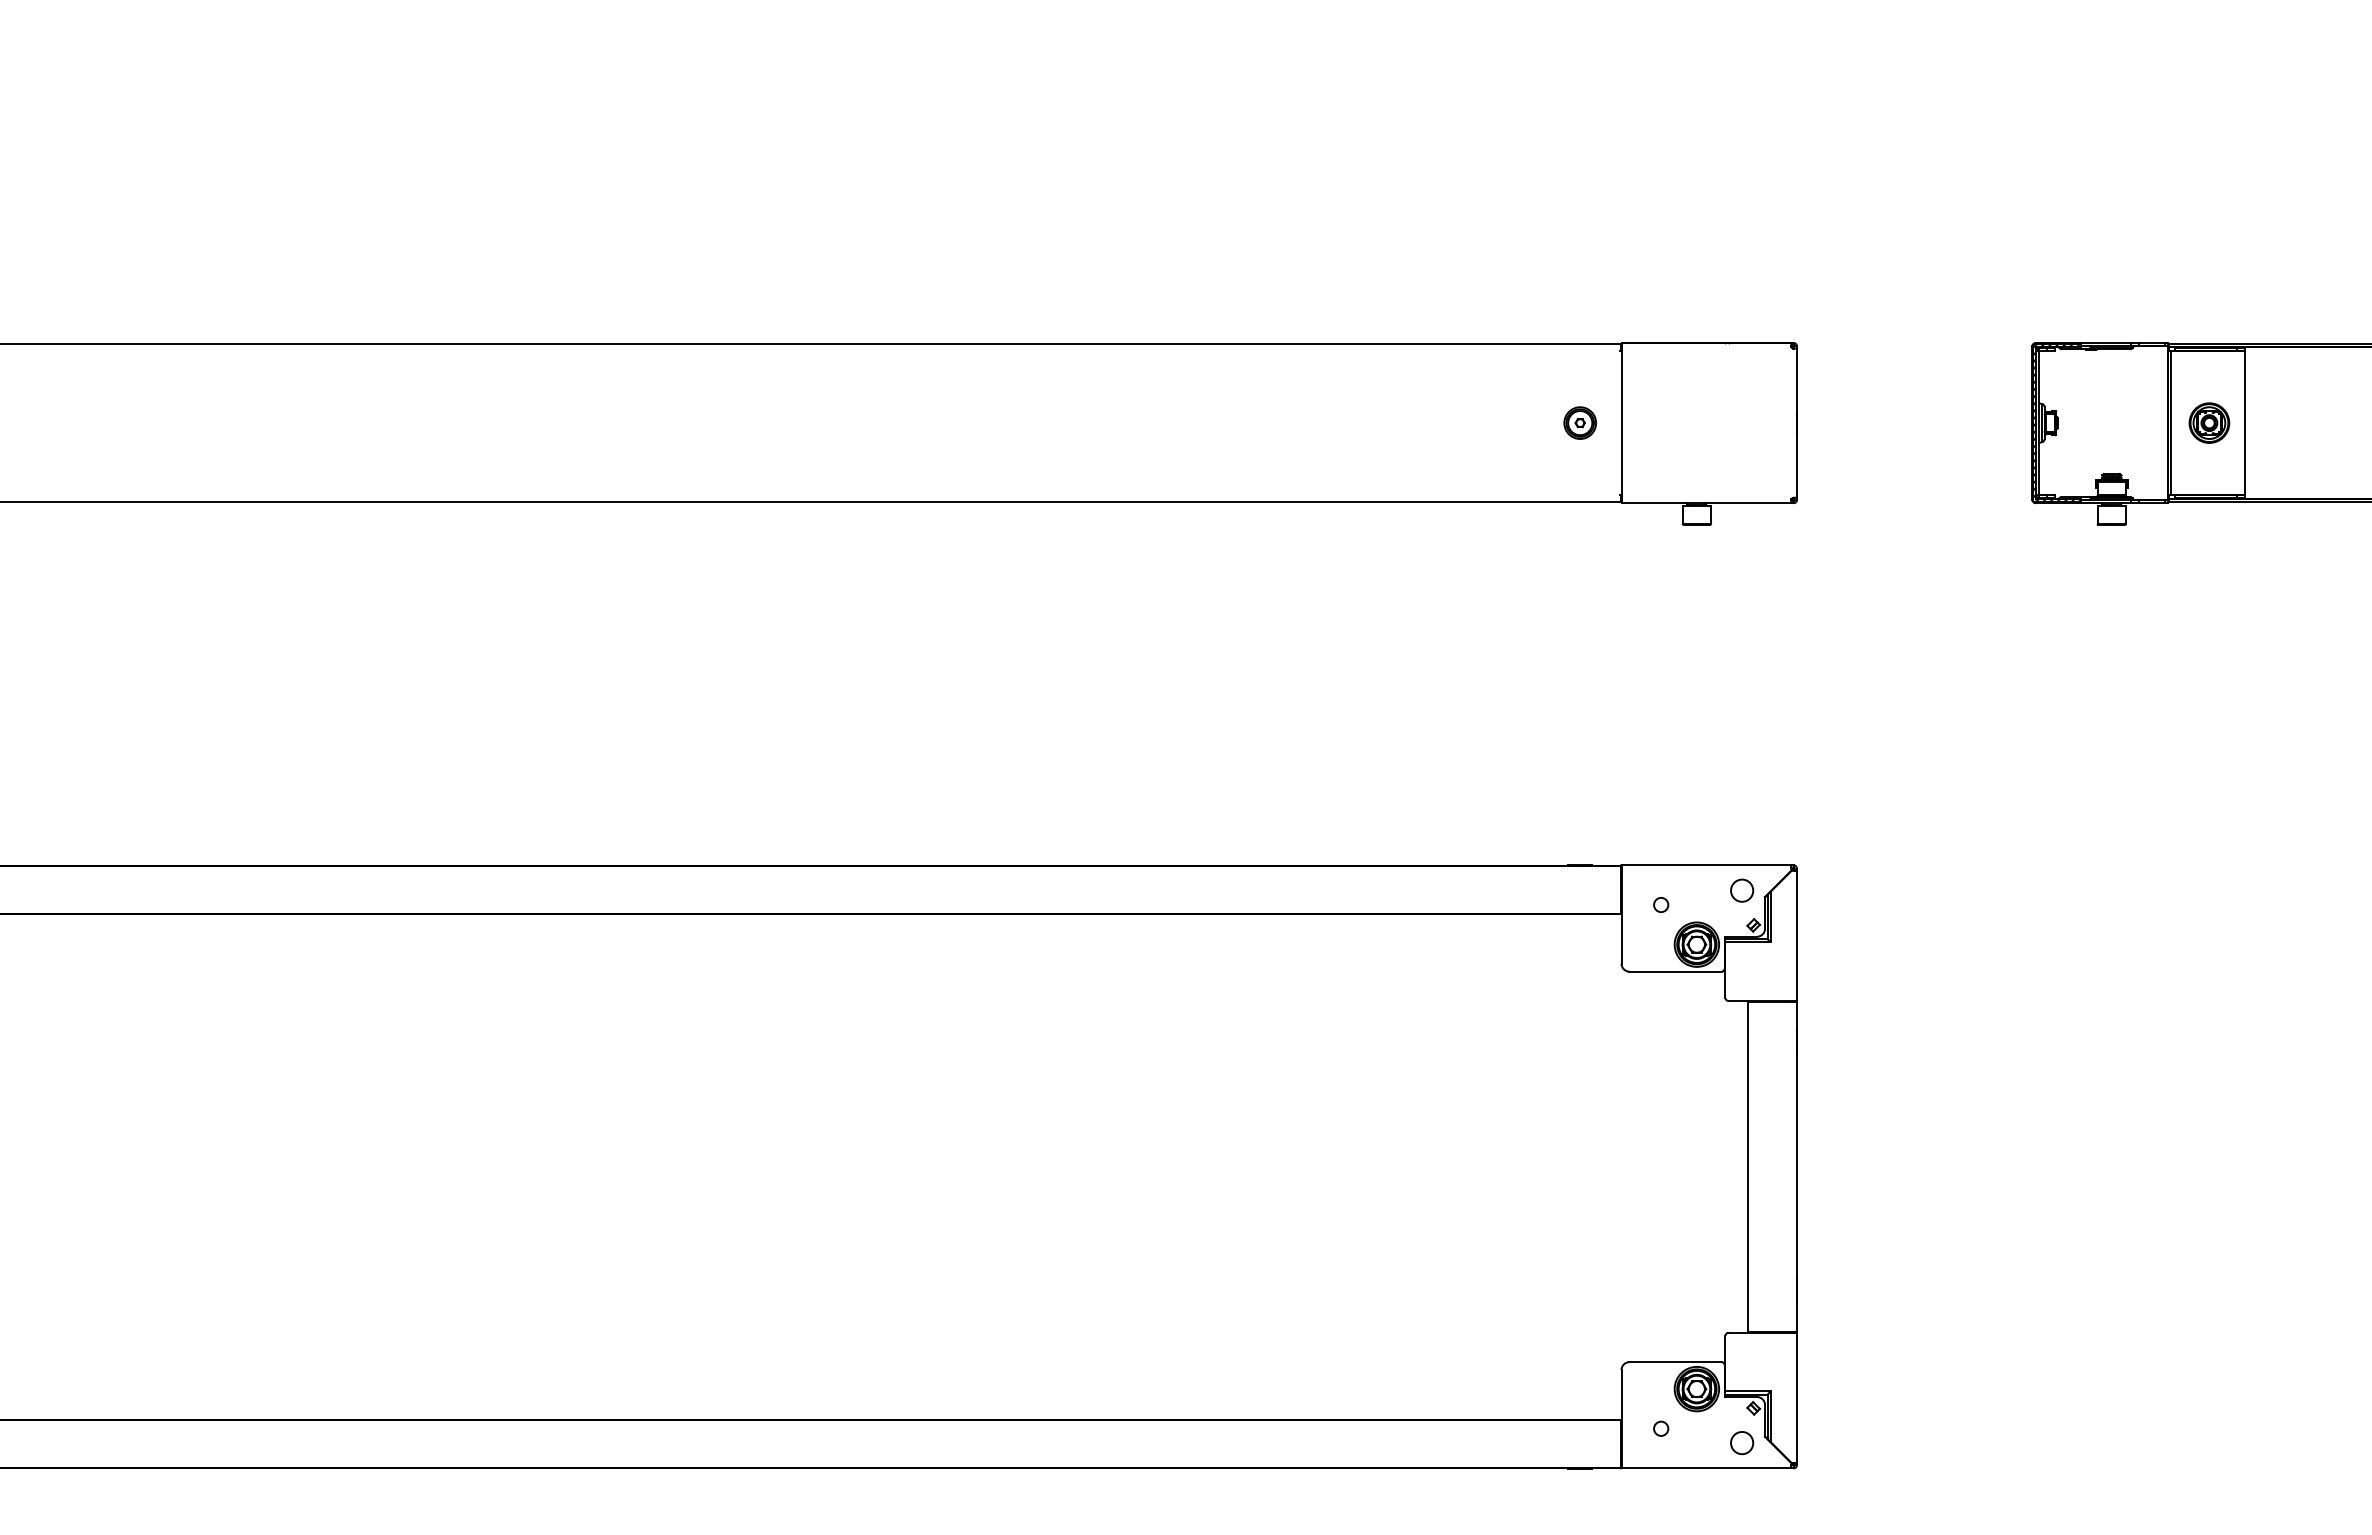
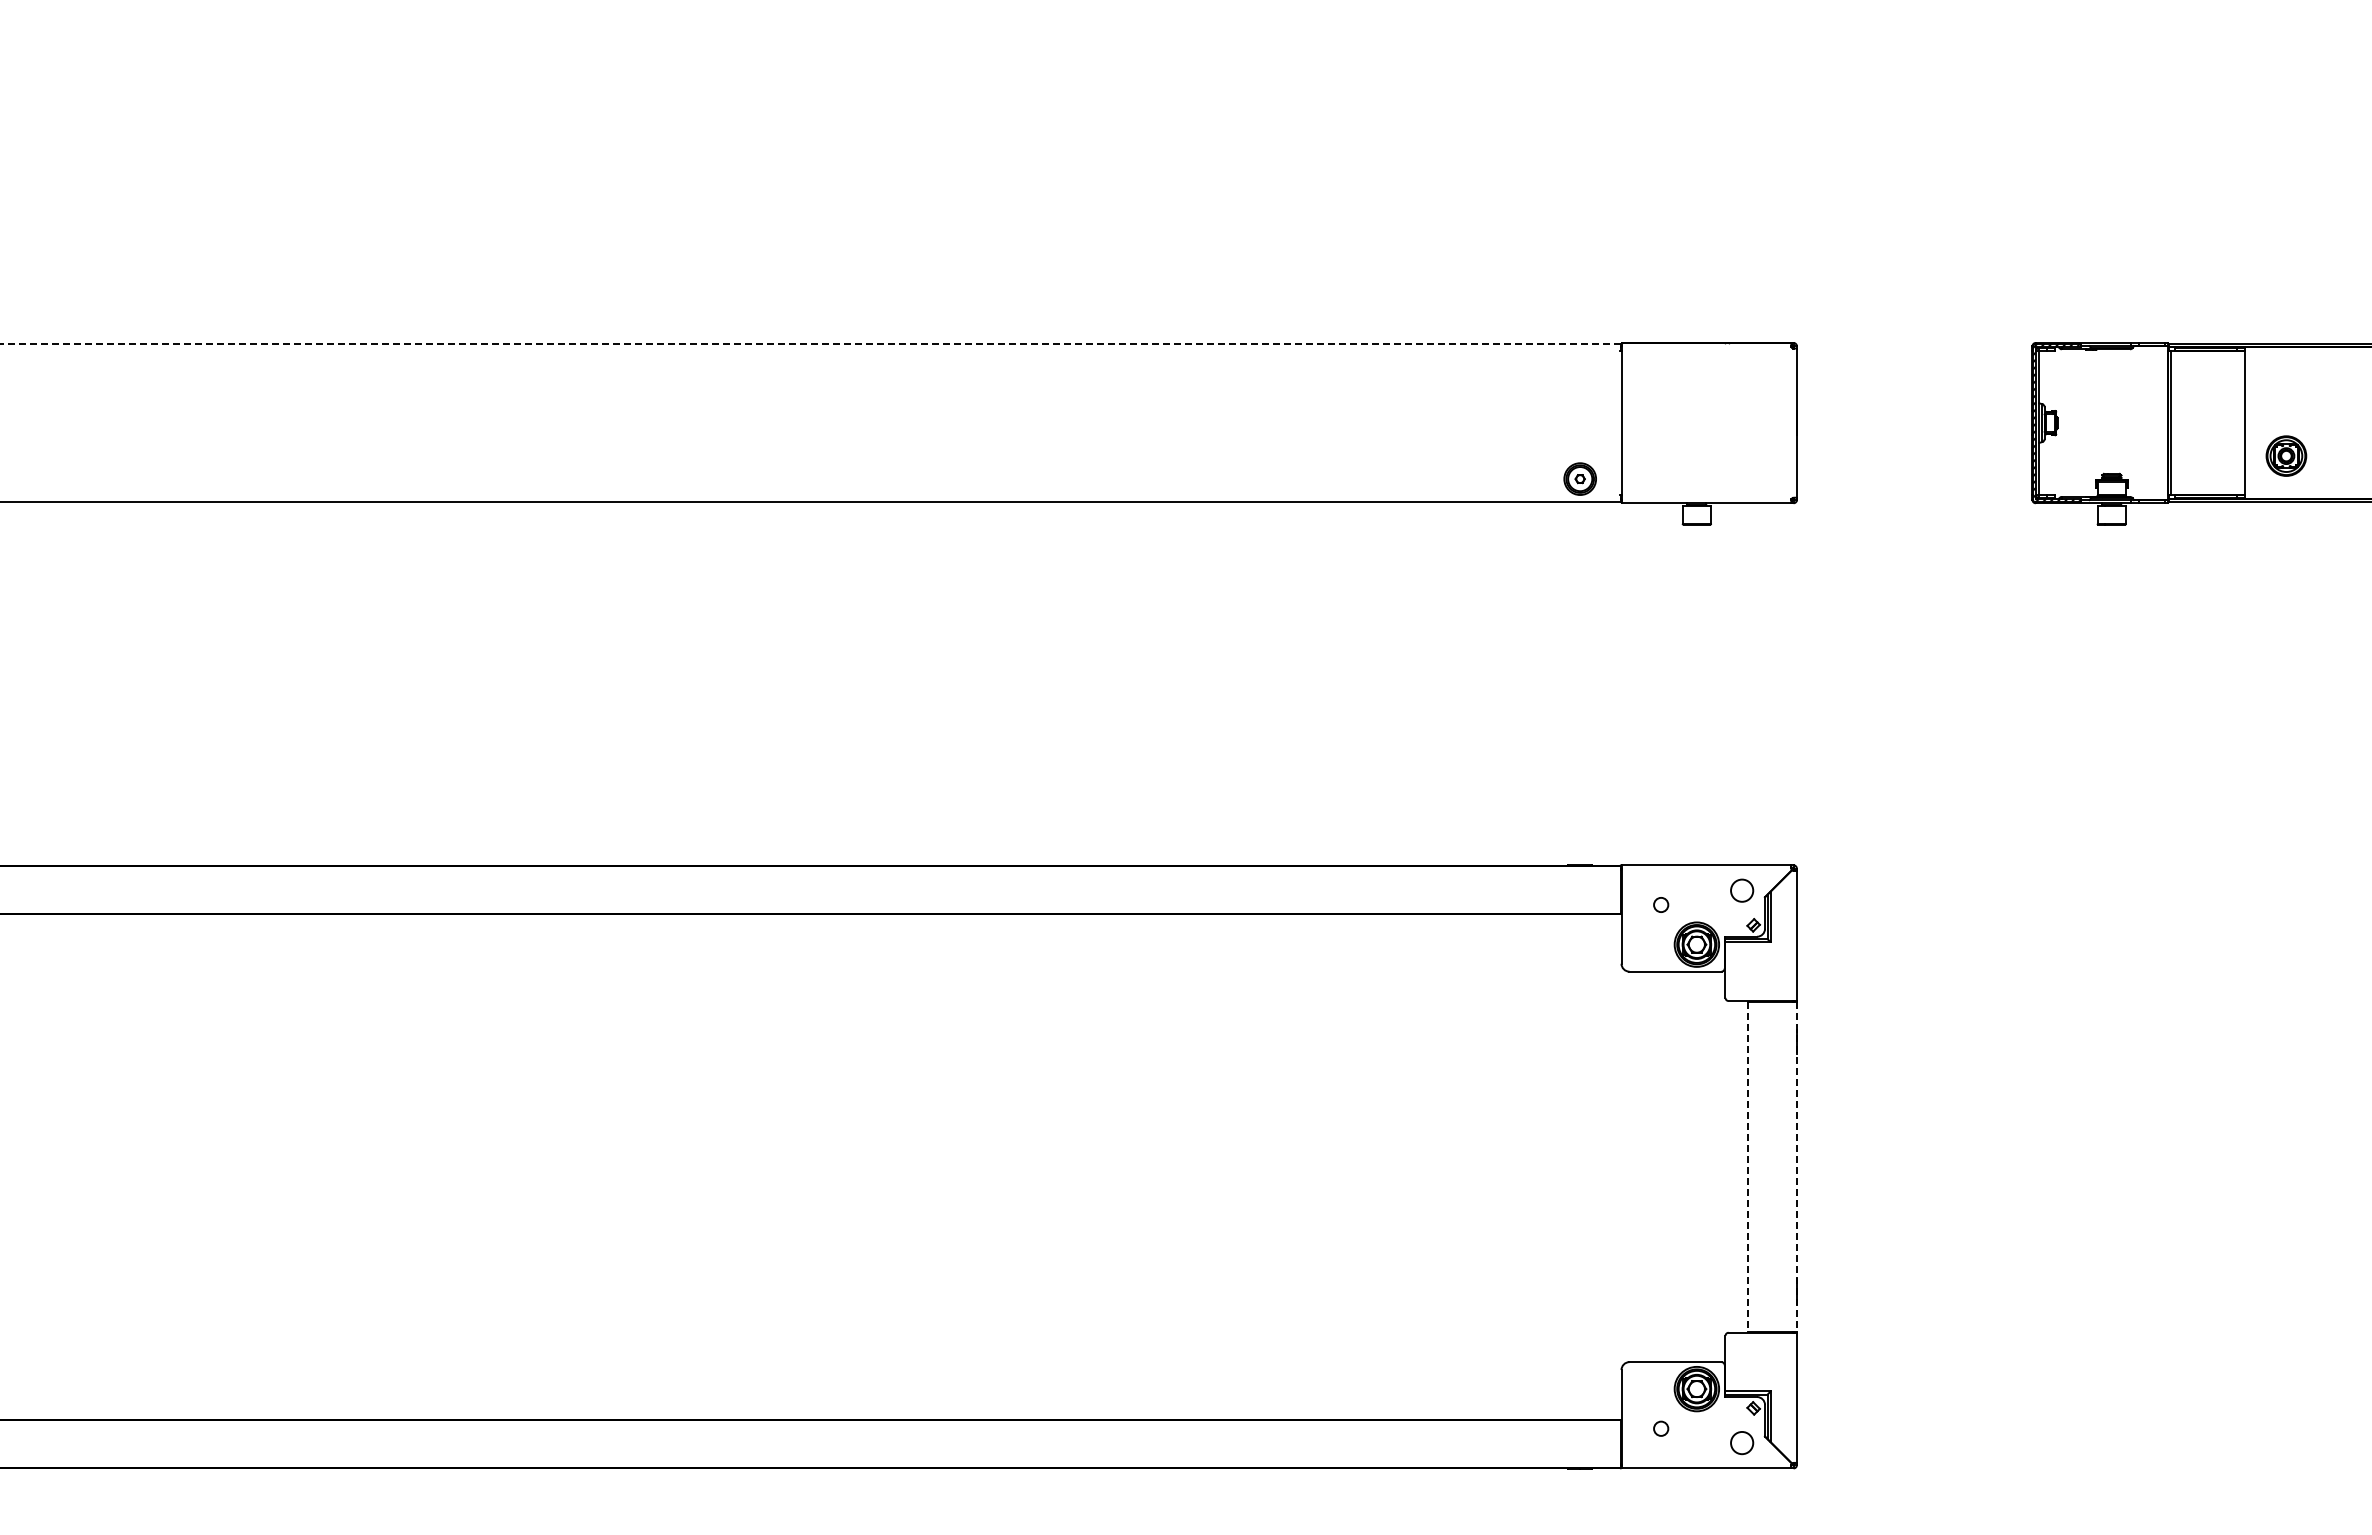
line at (809, 343): solid -> dashed
part at (1579, 422) position: (1579, 422) -> (1579, 478)
part at (2209, 422) position: (2209, 422) -> (2286, 455)
line at (1748, 1167): solid -> dashed
line at (1796, 1167): solid -> dashed
